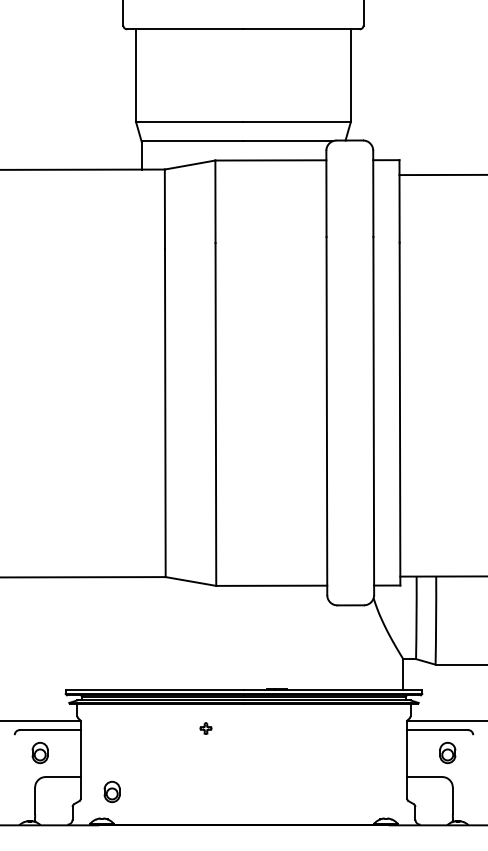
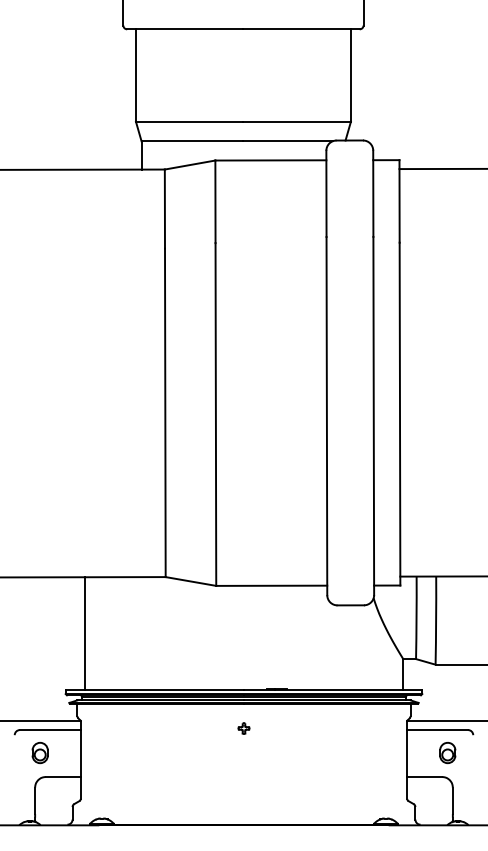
line at (441, 174) position: (441, 174) -> (441, 168)
line at (84, 633): none -> present
part at (205, 728) position: (205, 728) -> (243, 728)
part at (111, 791): present -> none
